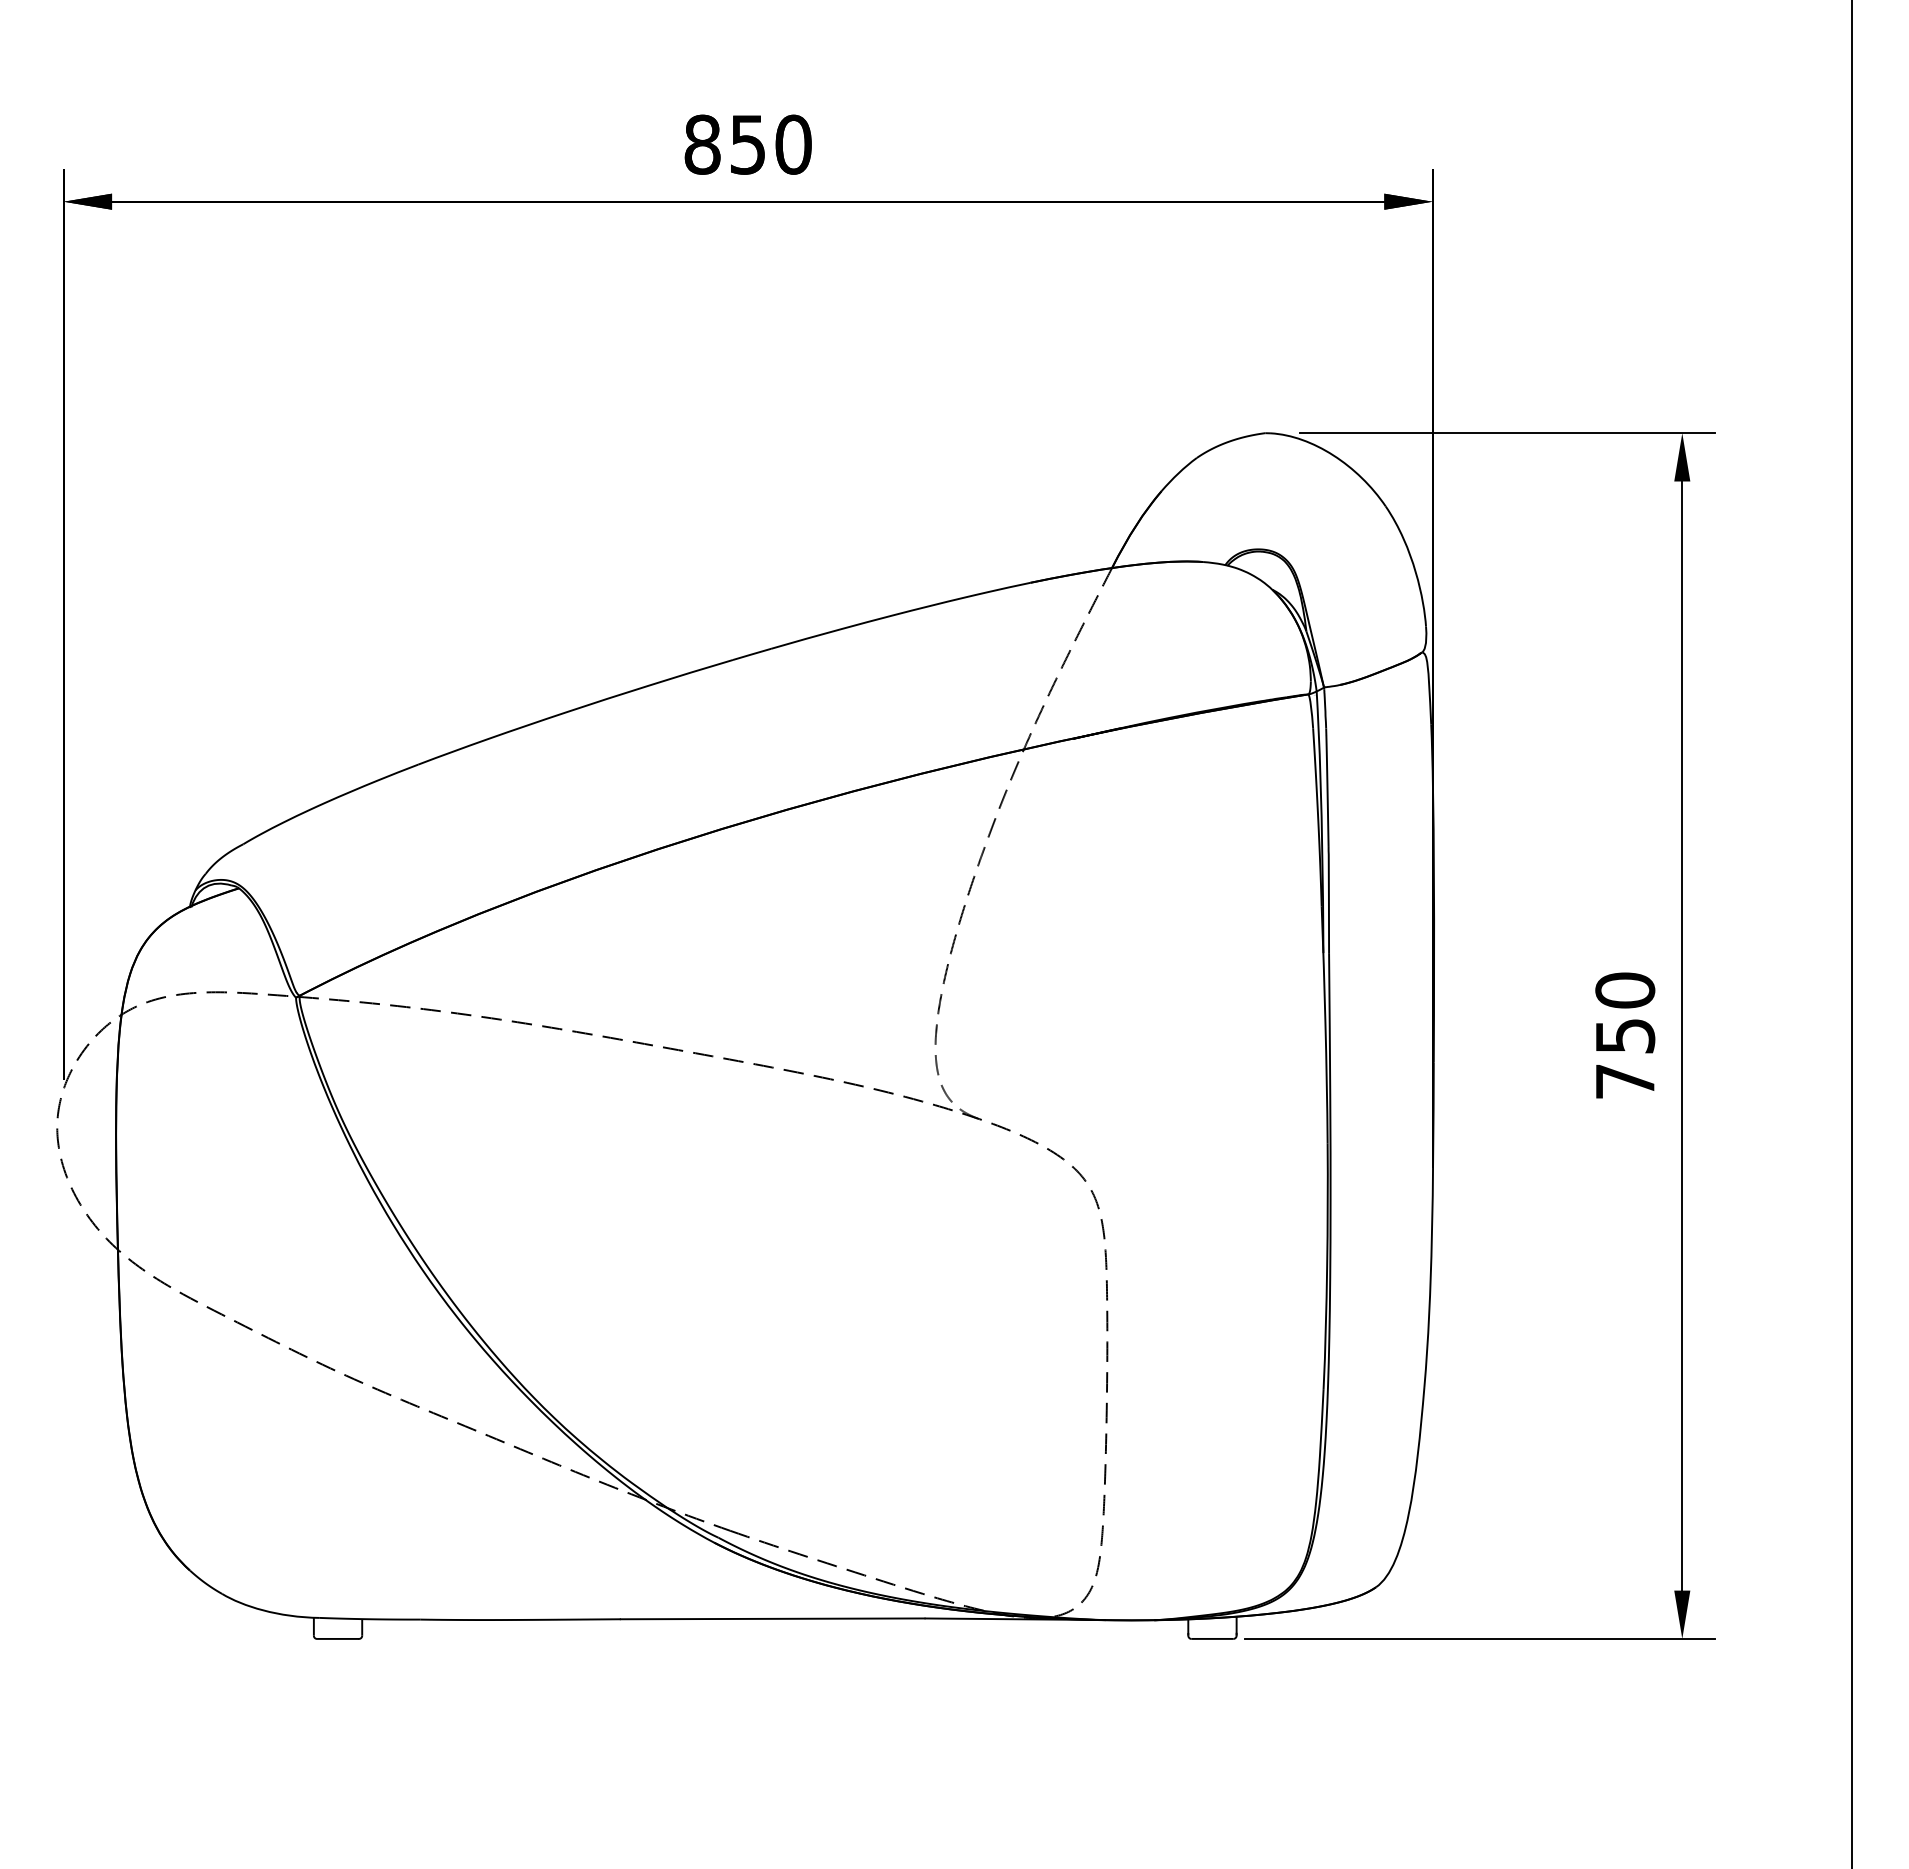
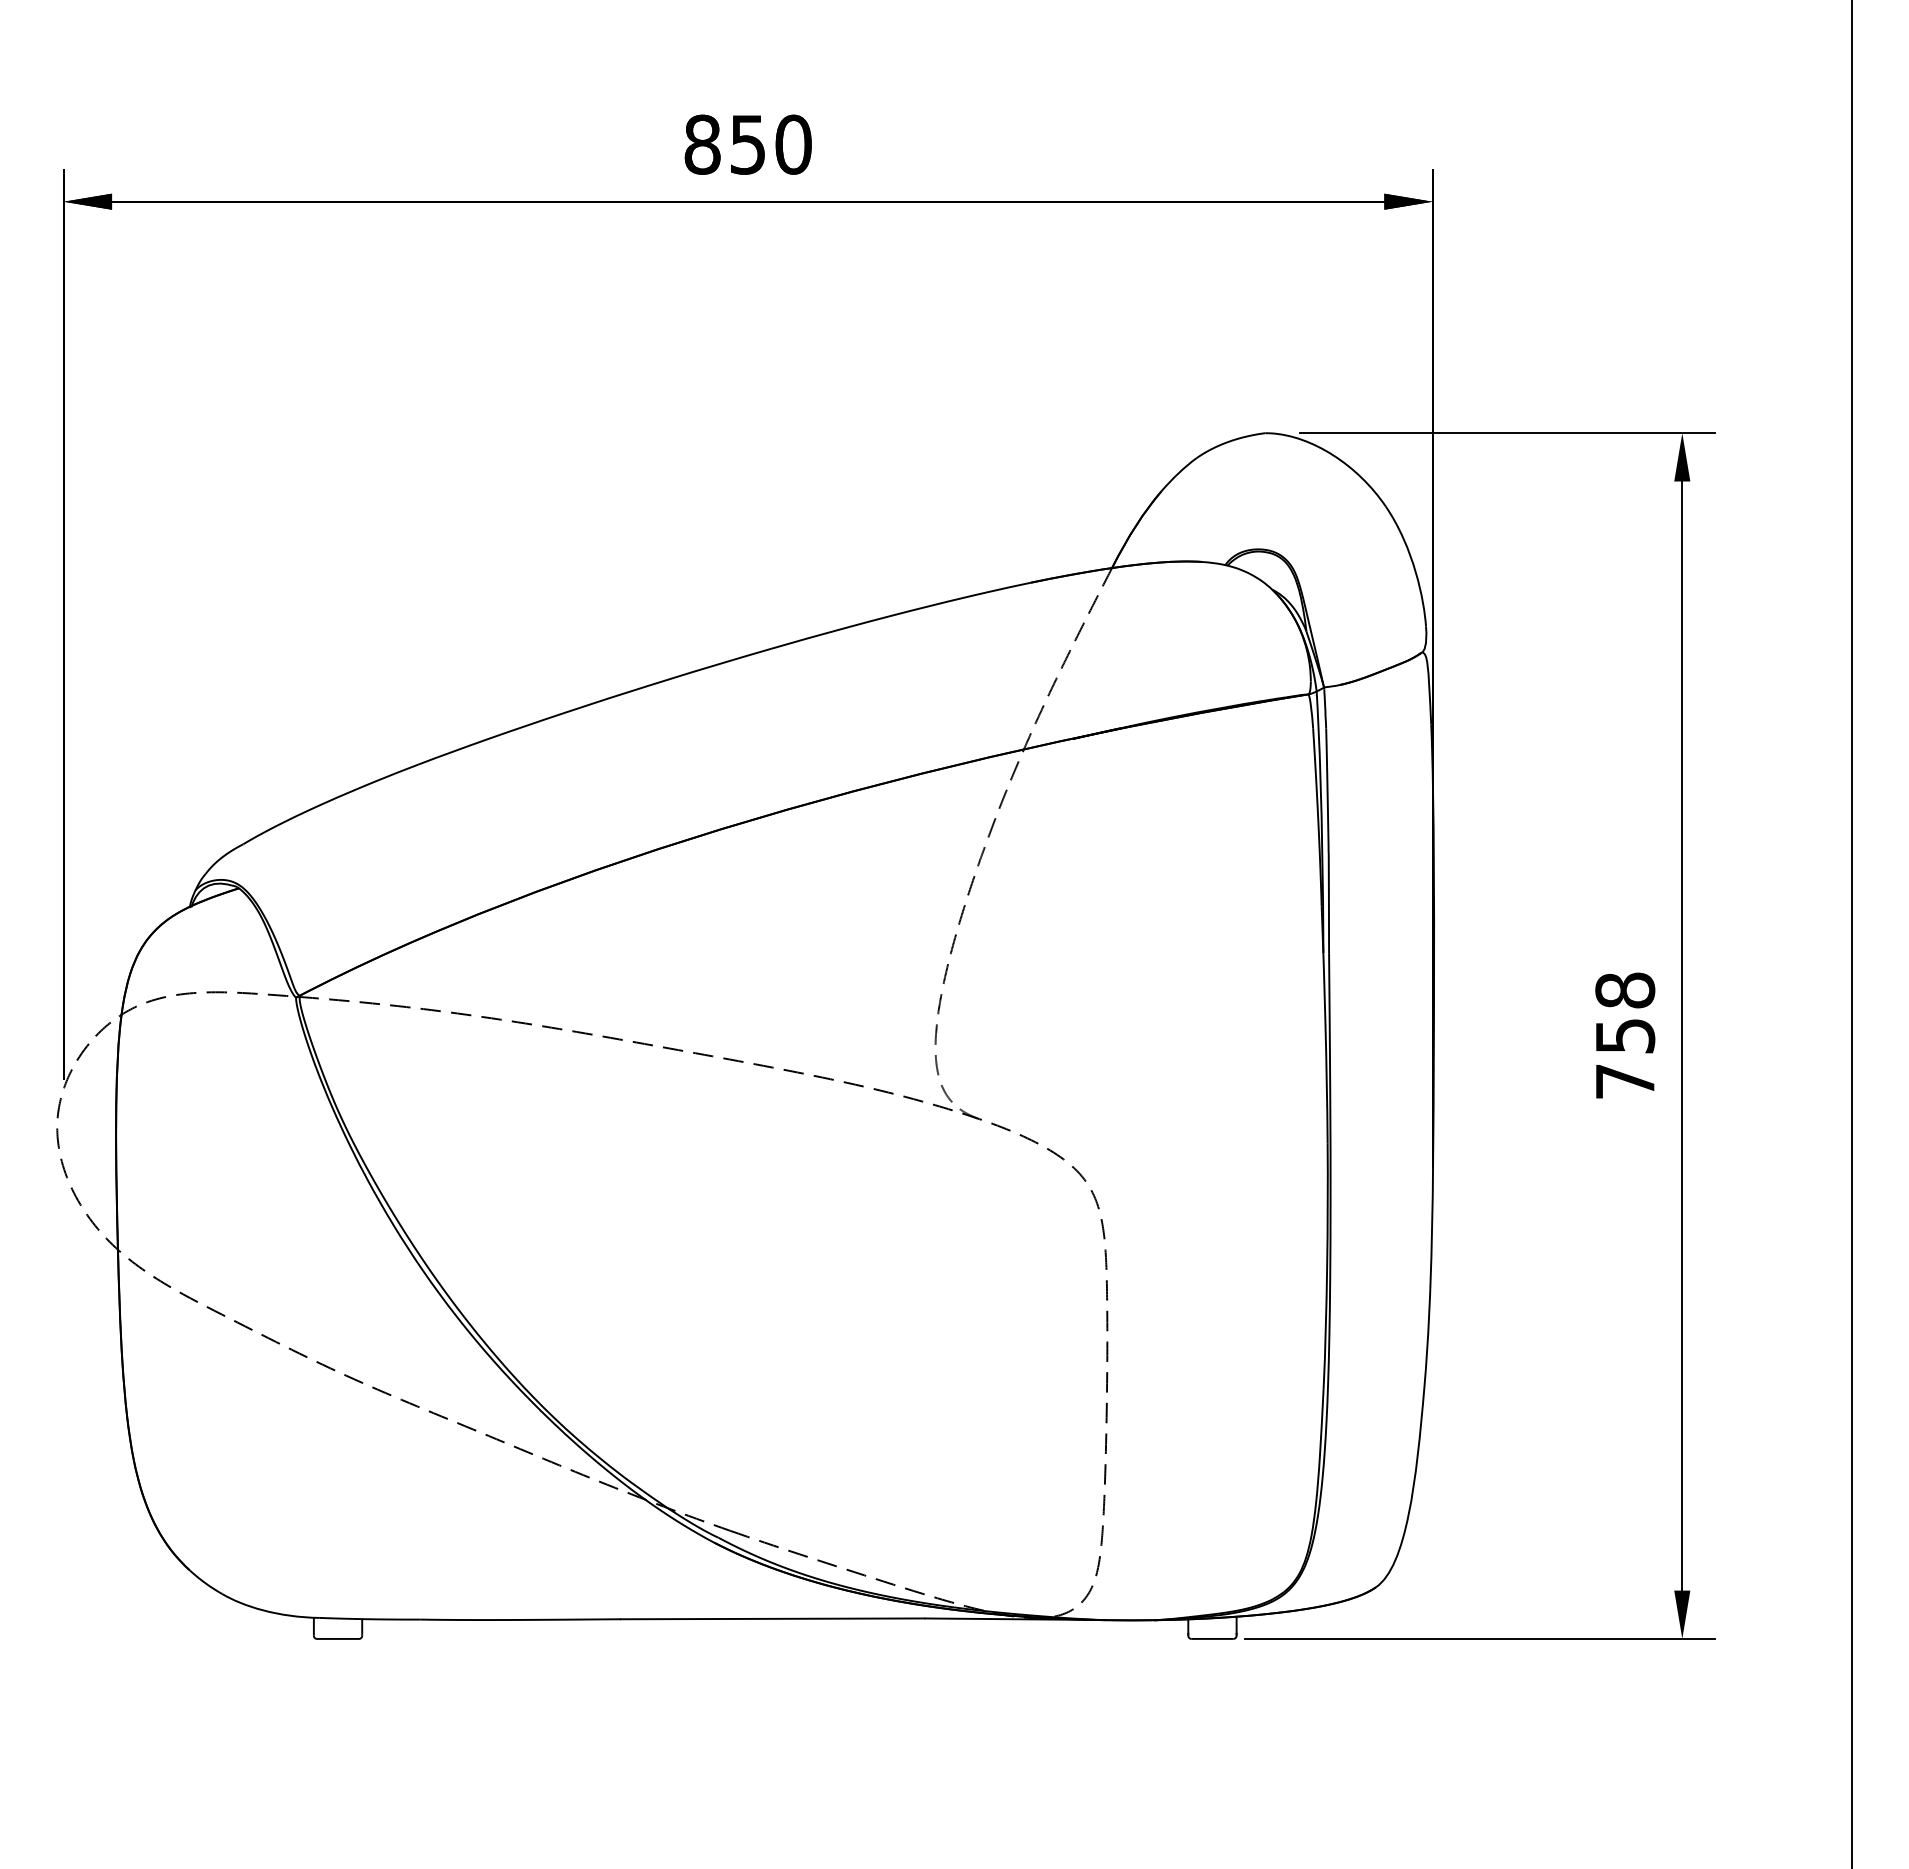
text at (1625, 990): 750 -> 758
